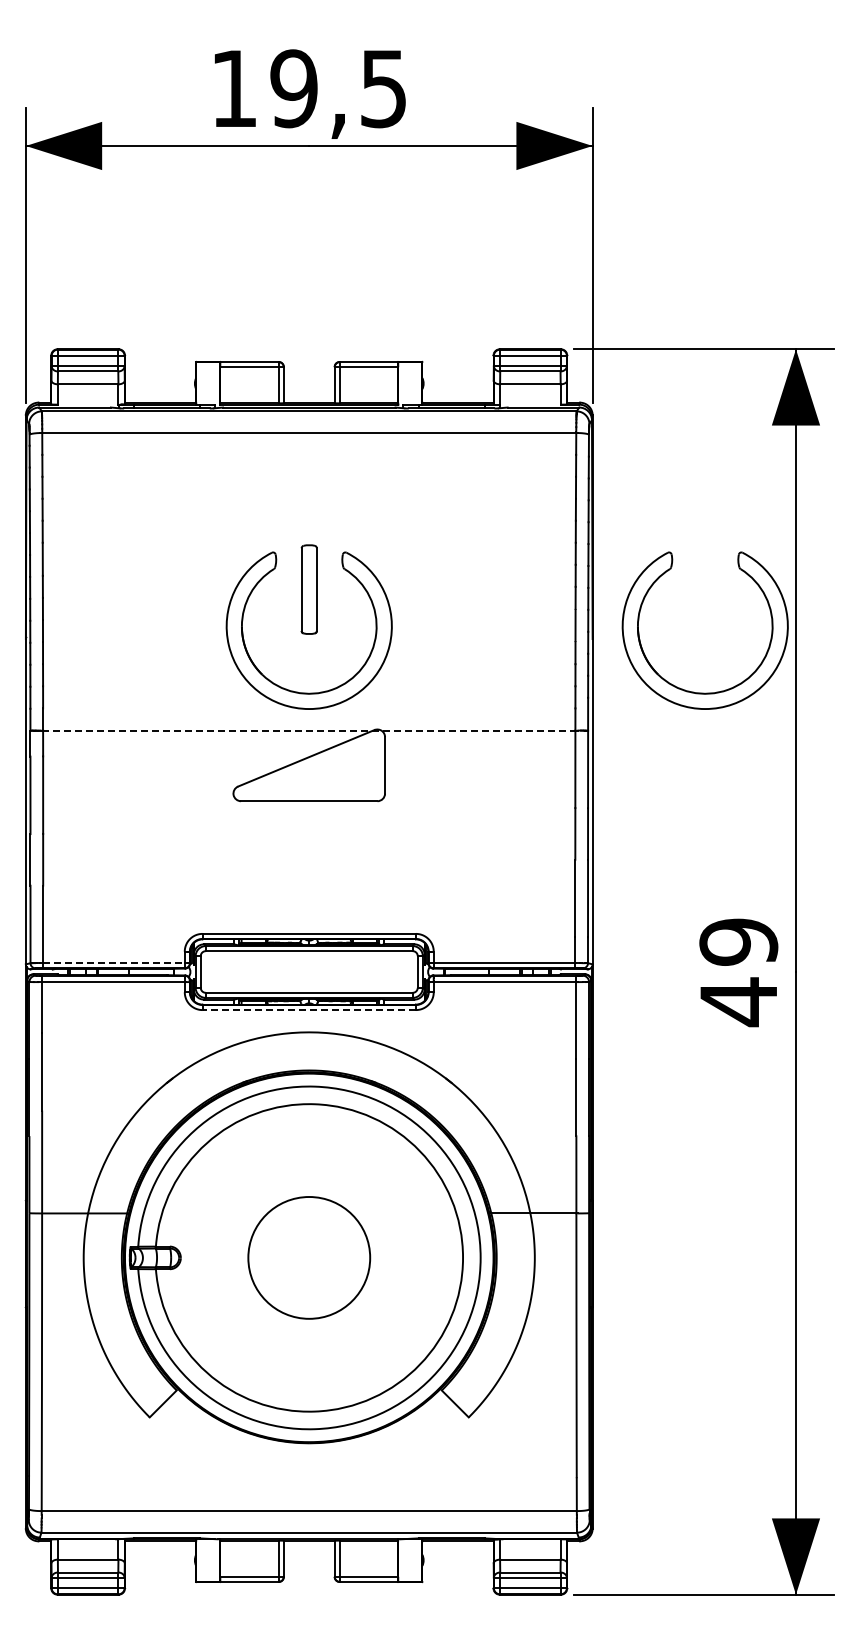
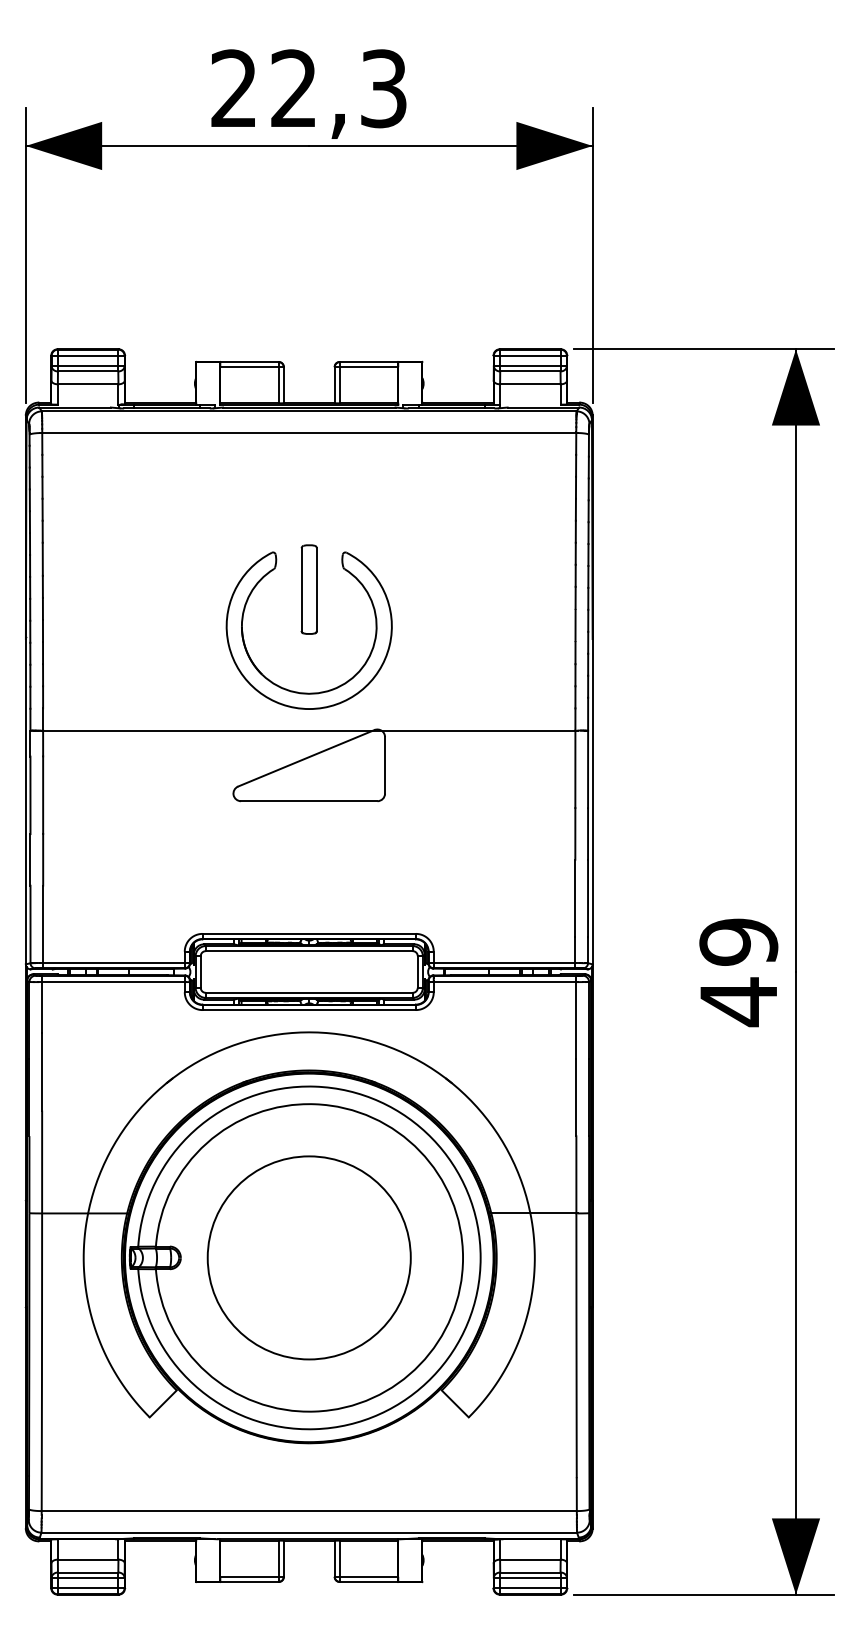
text at (308, 88): 19,5 -> 22,3
part at (689, 690): present -> none
line at (309, 730): dashed -> solid
line at (114, 963): dashed -> solid
line at (309, 1010): dashed -> solid
circle at (309, 1257) diameter: 122 px -> 203 px
